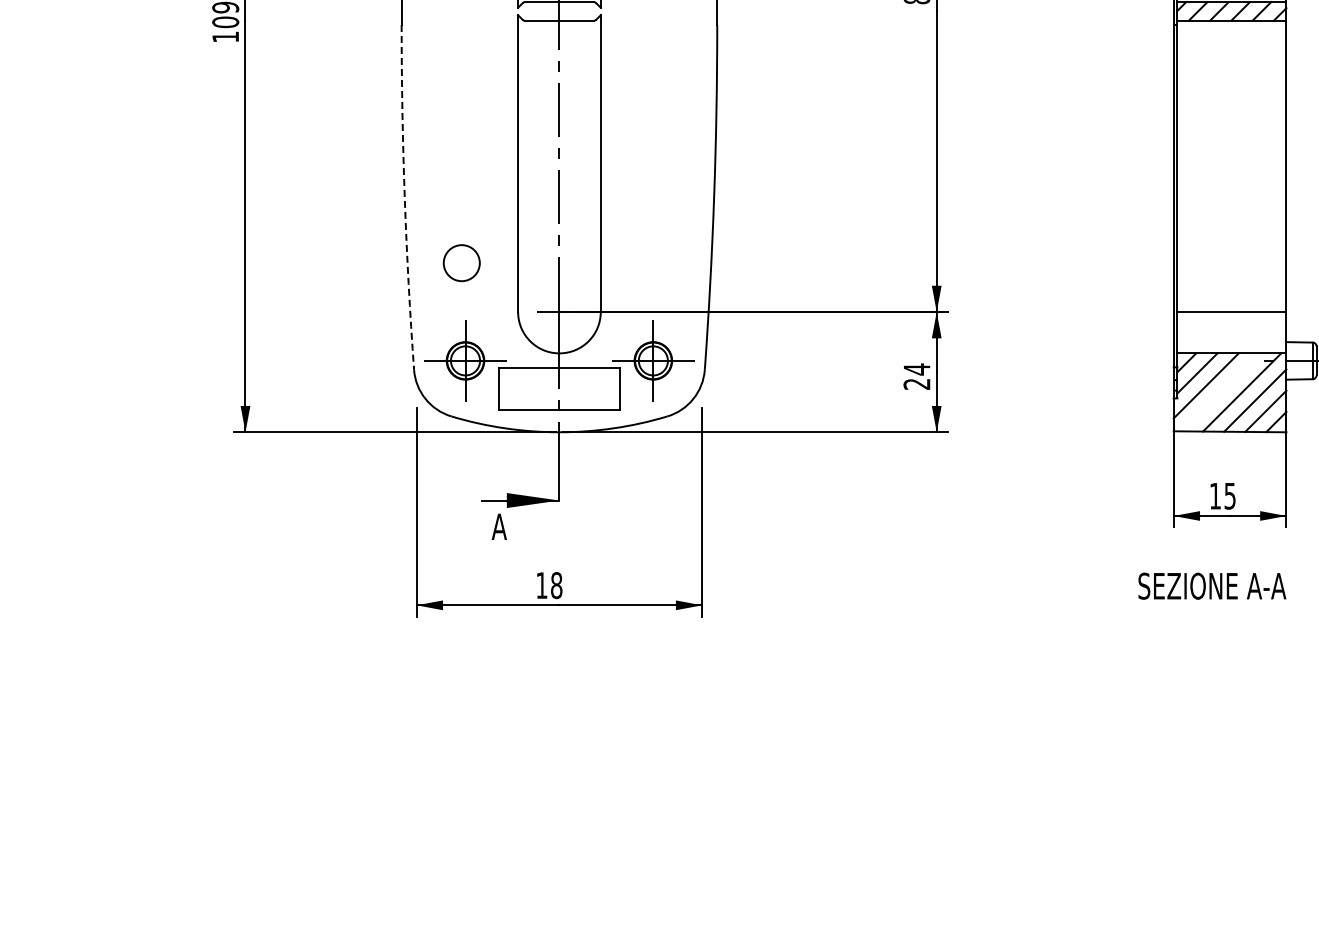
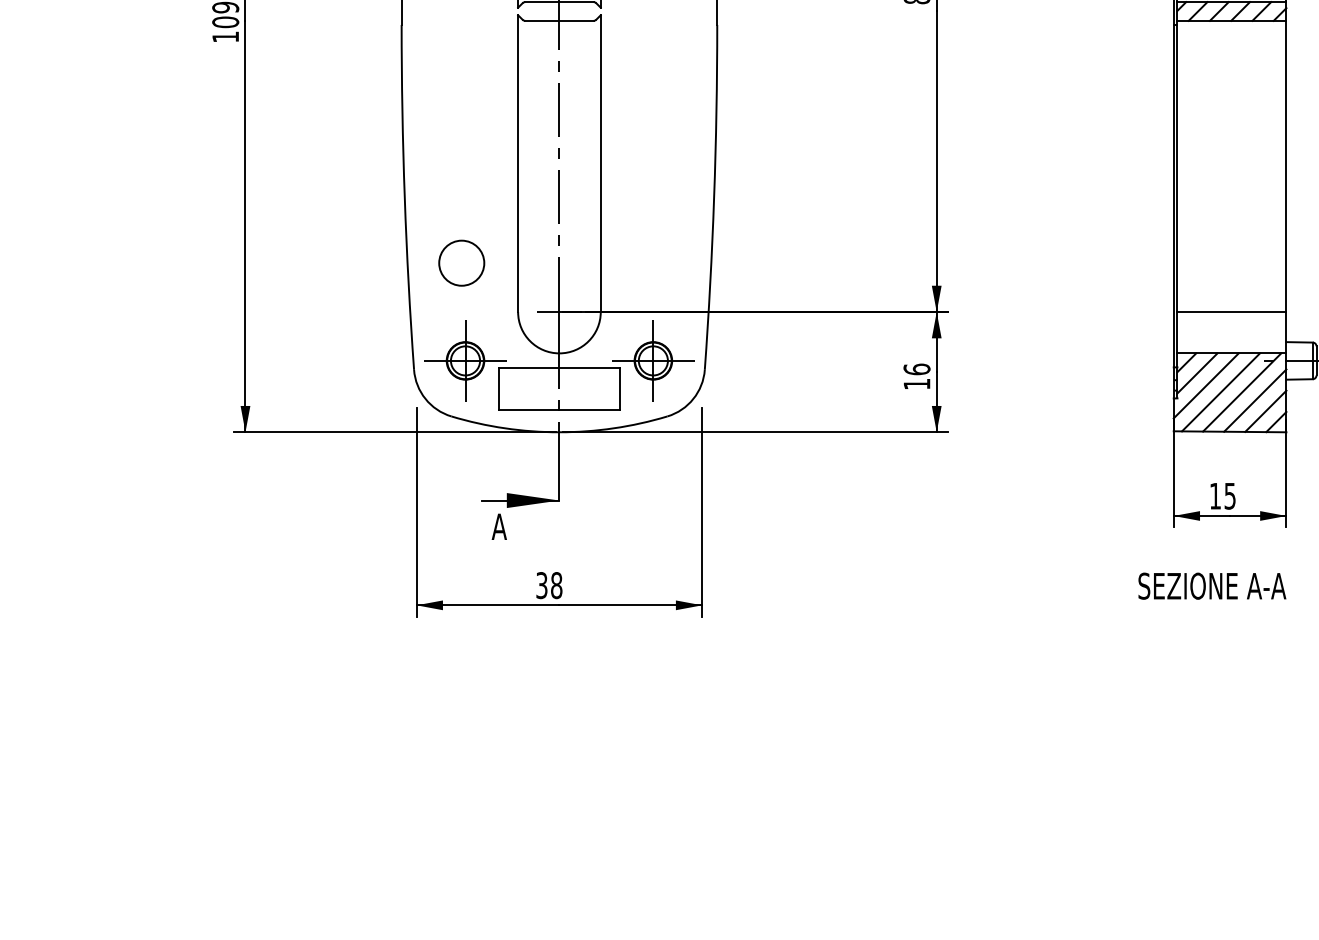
arc at (404, 197): dashed -> solid
circle at (461, 263) size: 39x39 px -> 48x48 px
text at (916, 376): 24 -> 16
line at (1221, 392): none -> present
text at (541, 585): 18 -> 38
